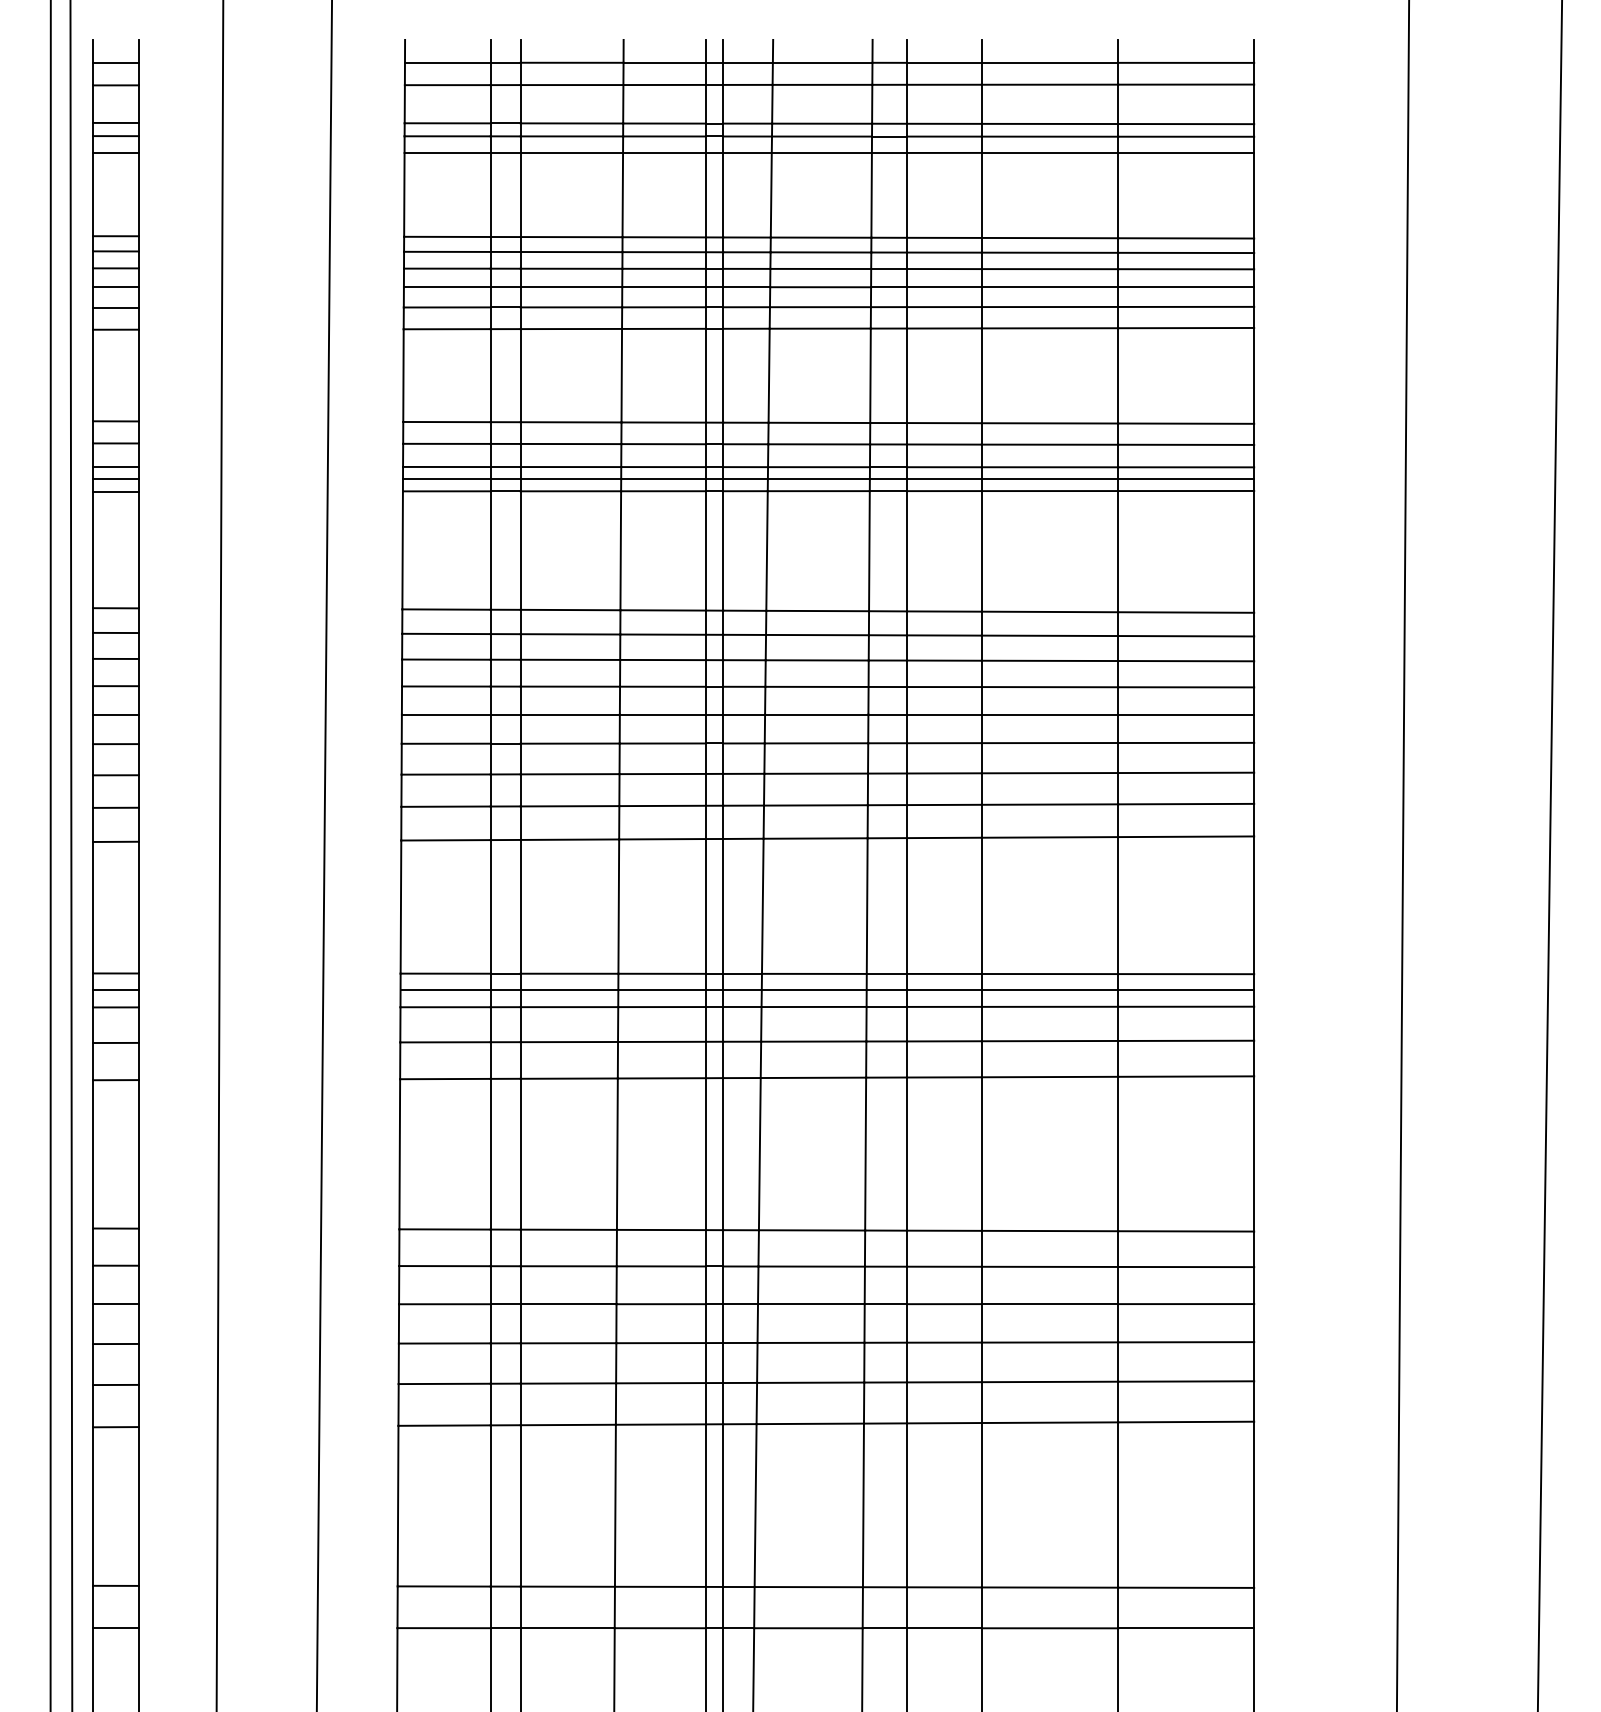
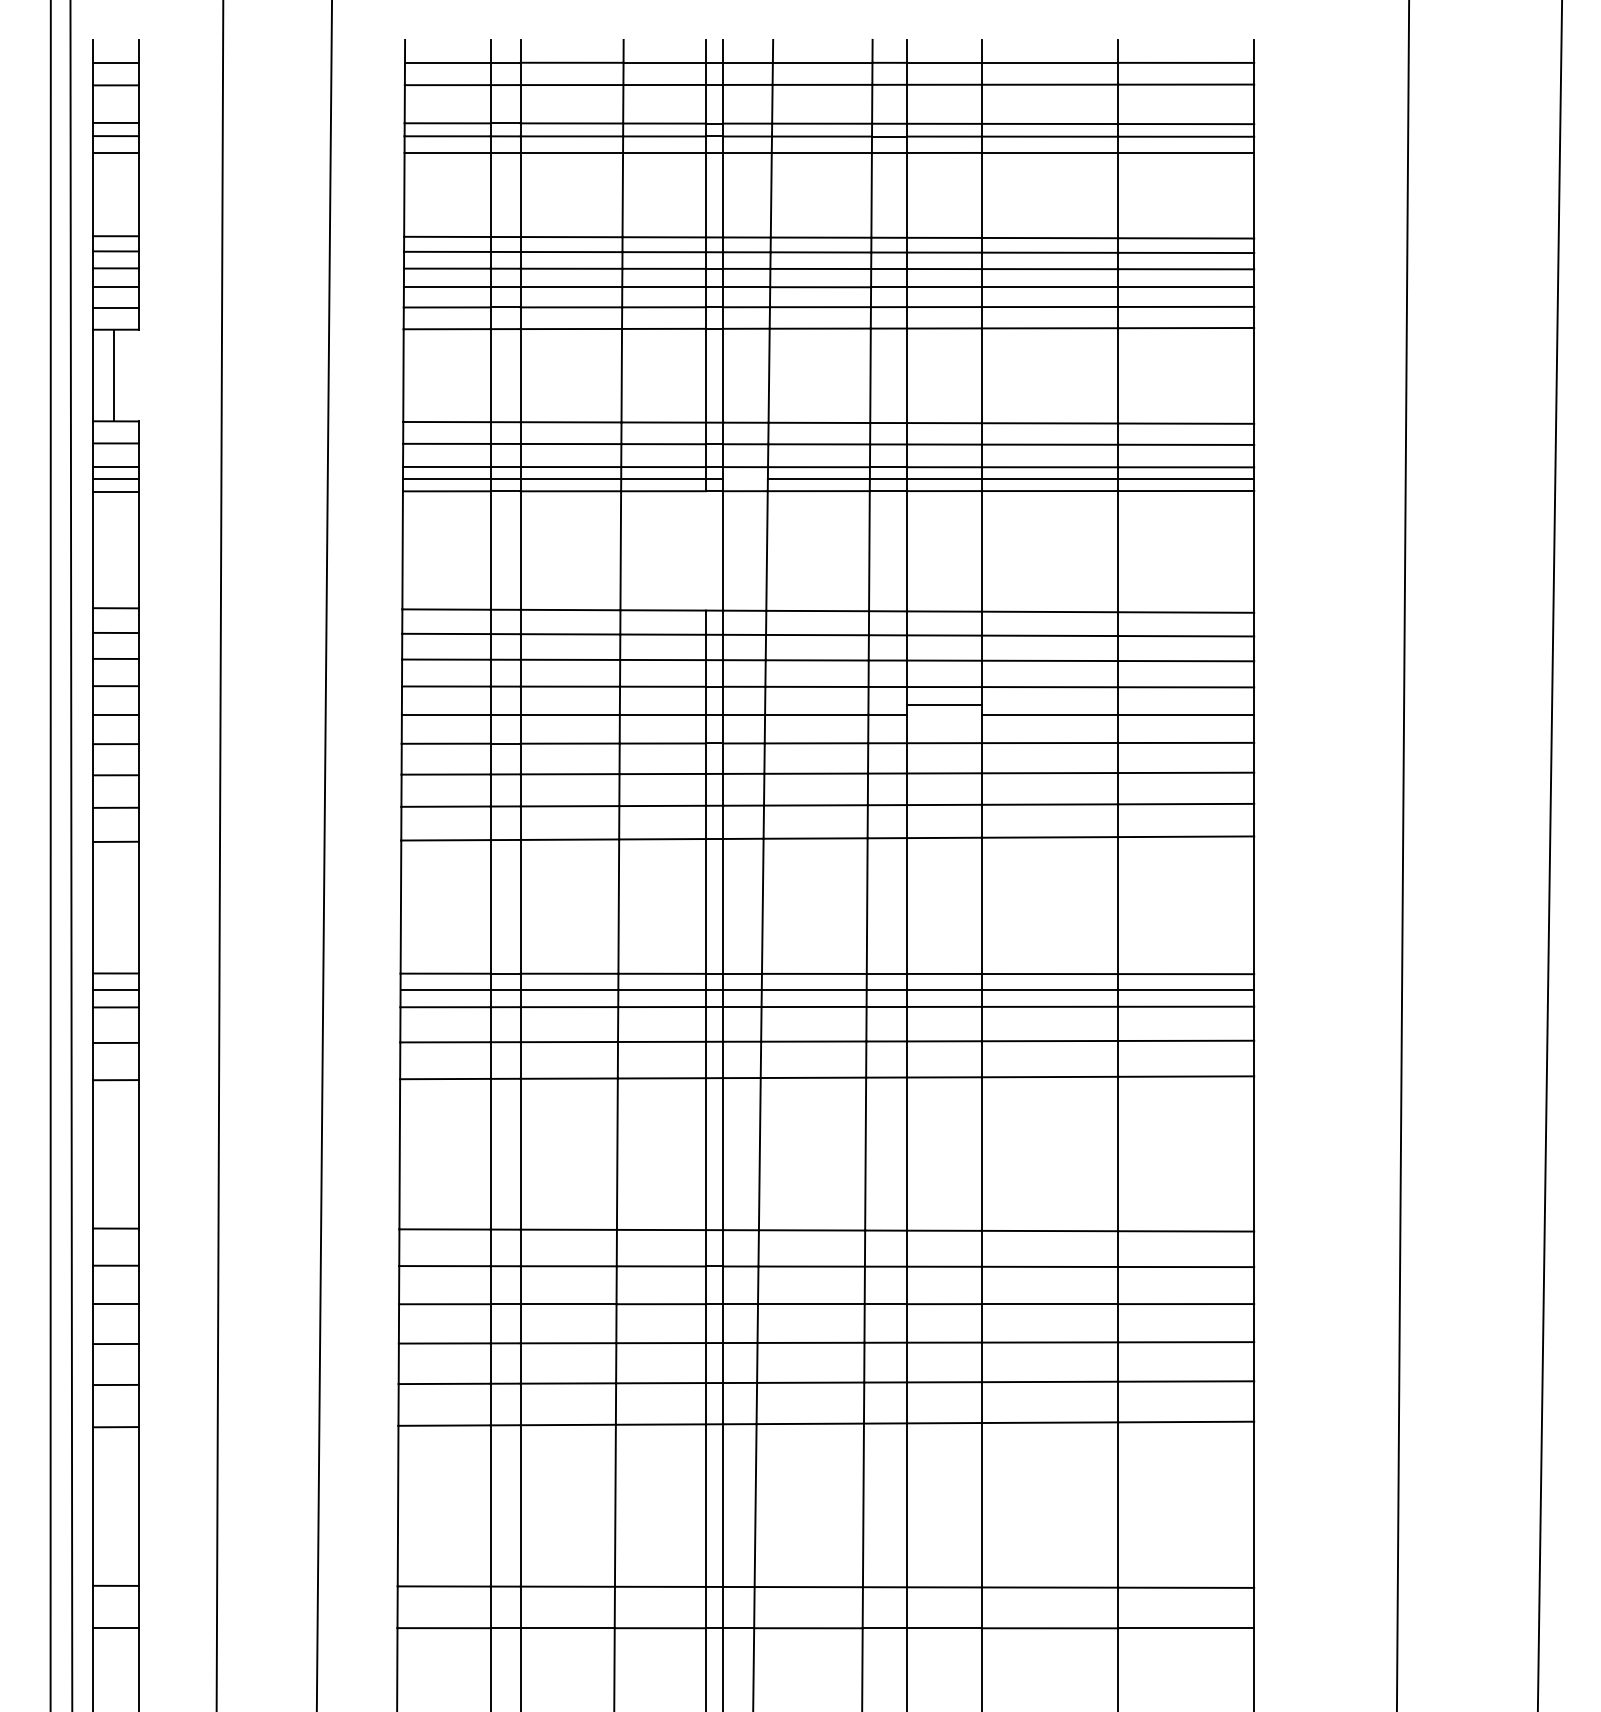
line at (139, 375) position: (139, 375) -> (114, 375)
line at (745, 479): present -> none
line at (706, 550): present -> none
line at (943, 714) position: (943, 714) -> (943, 704)
